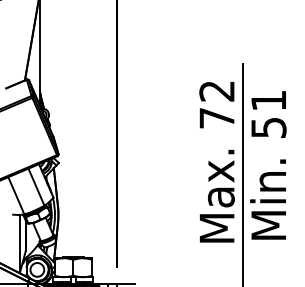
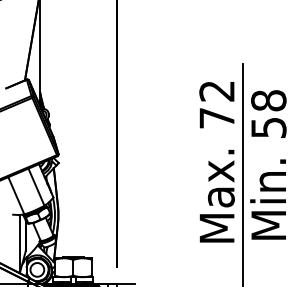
text at (268, 100): 51 -> 58
